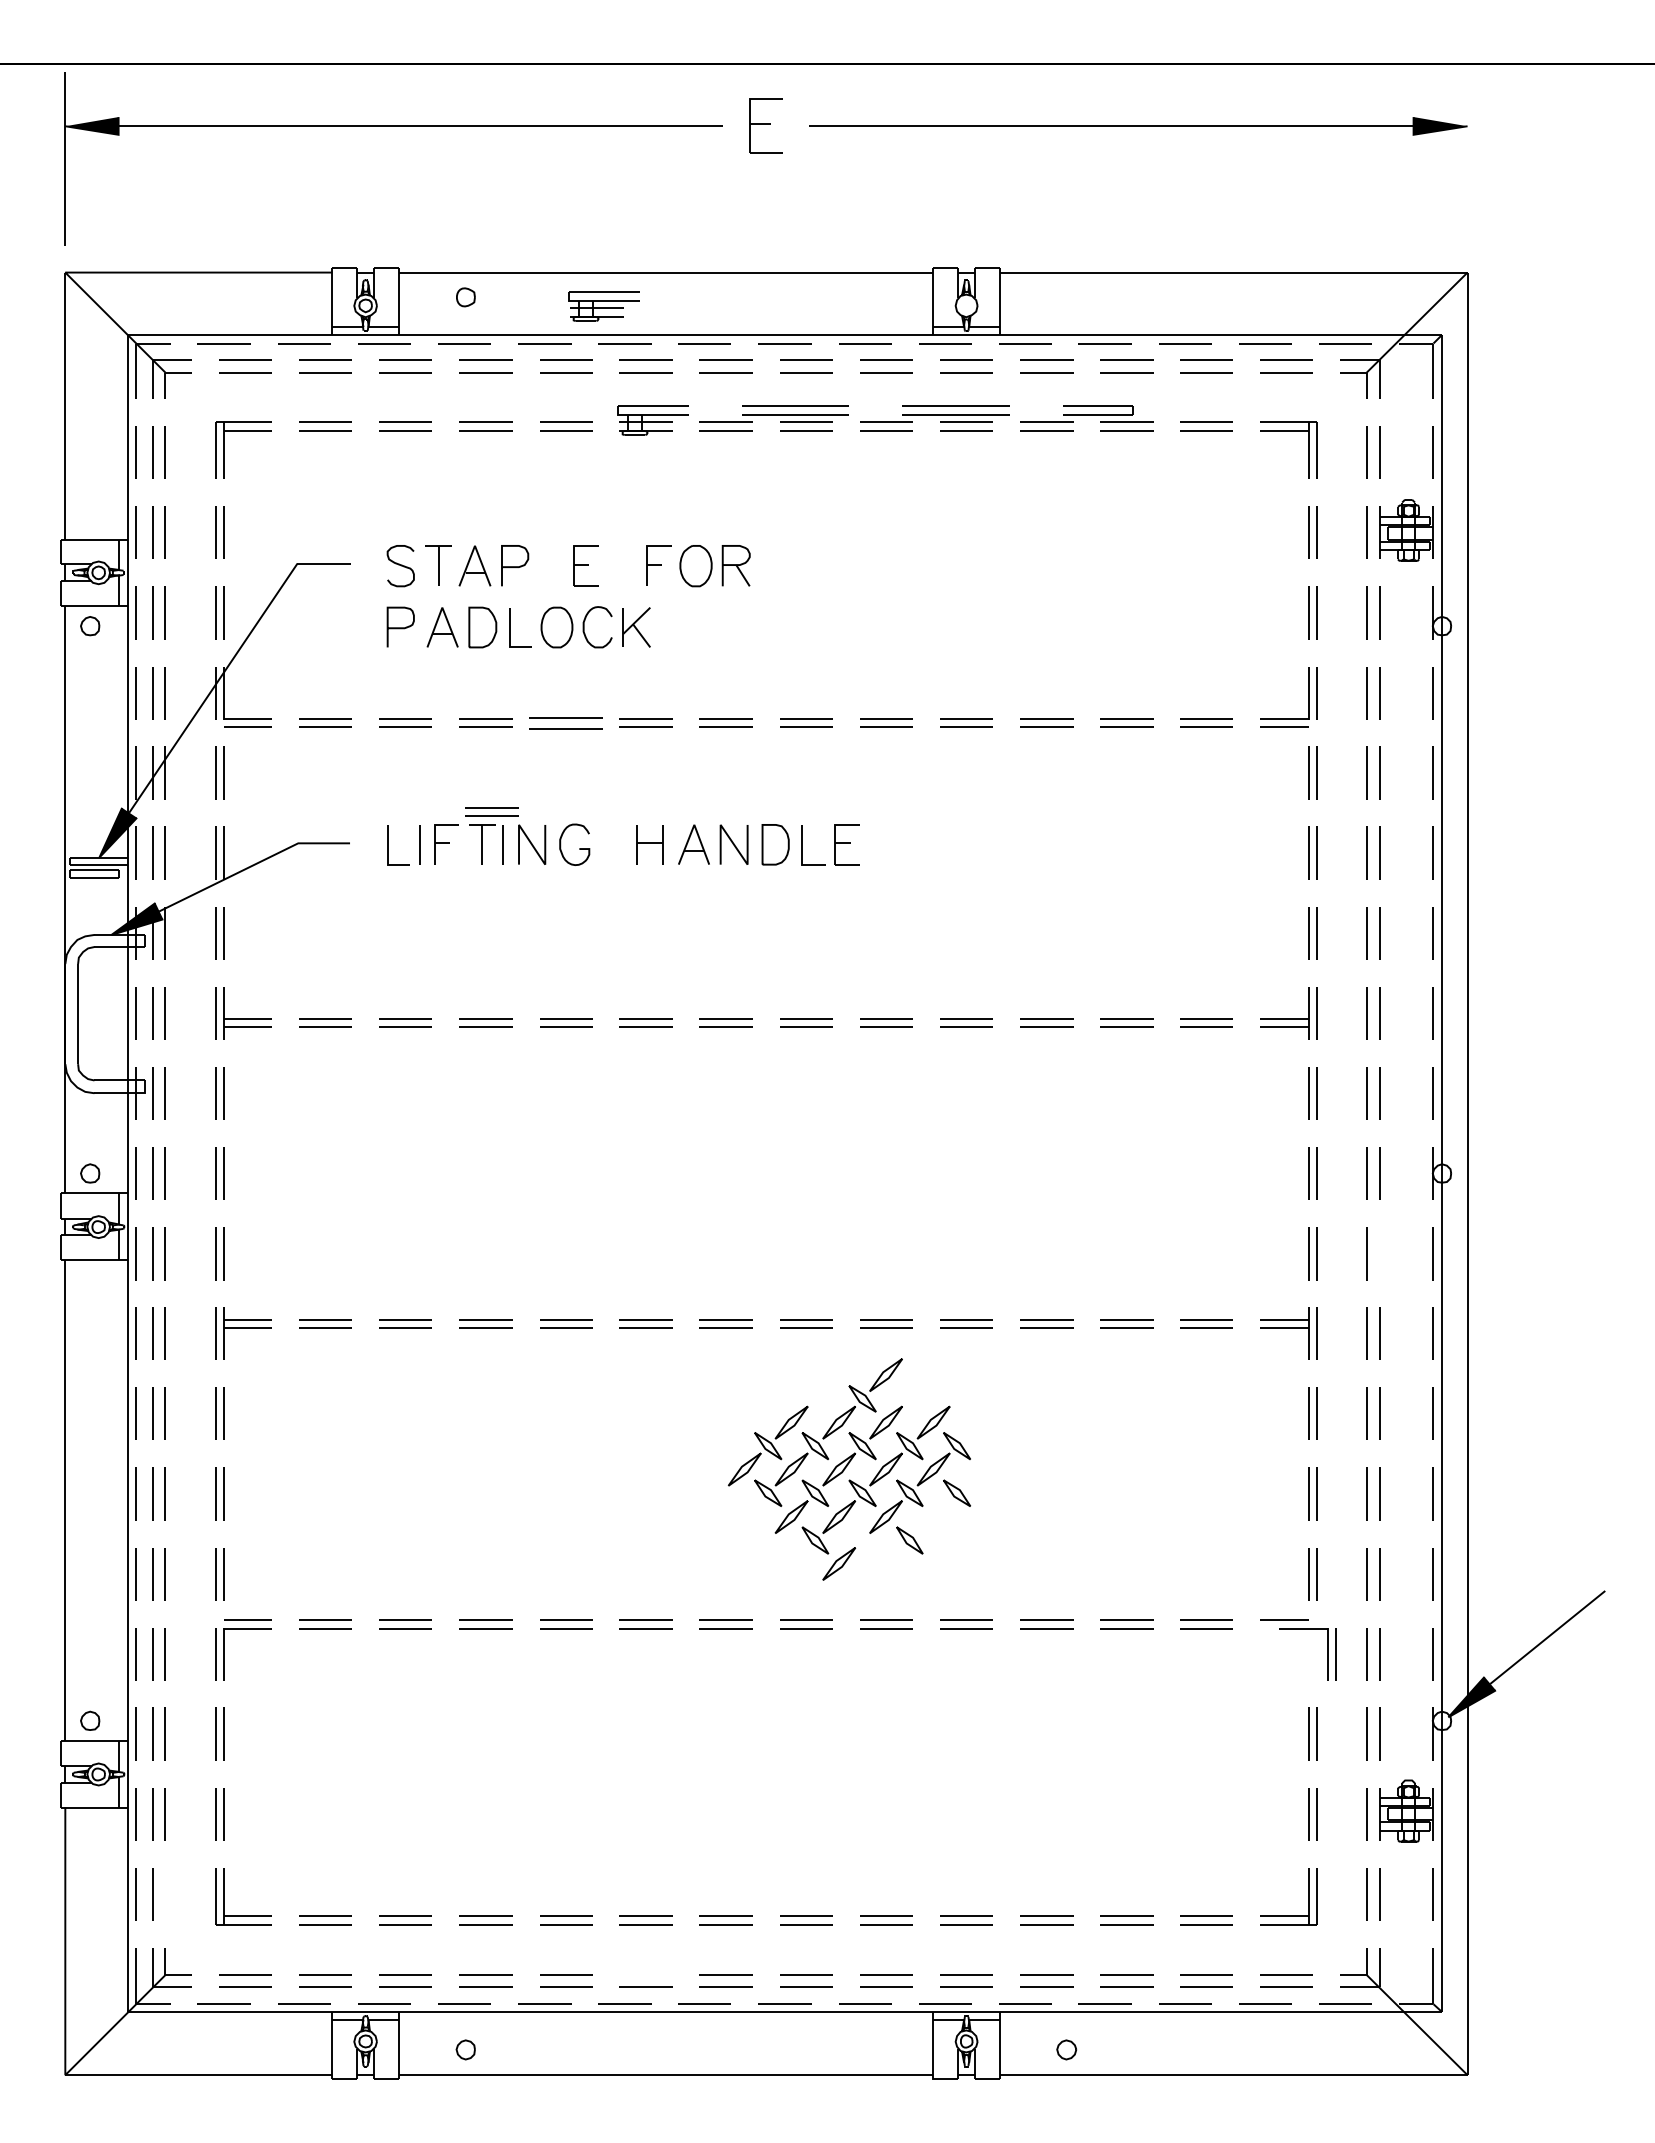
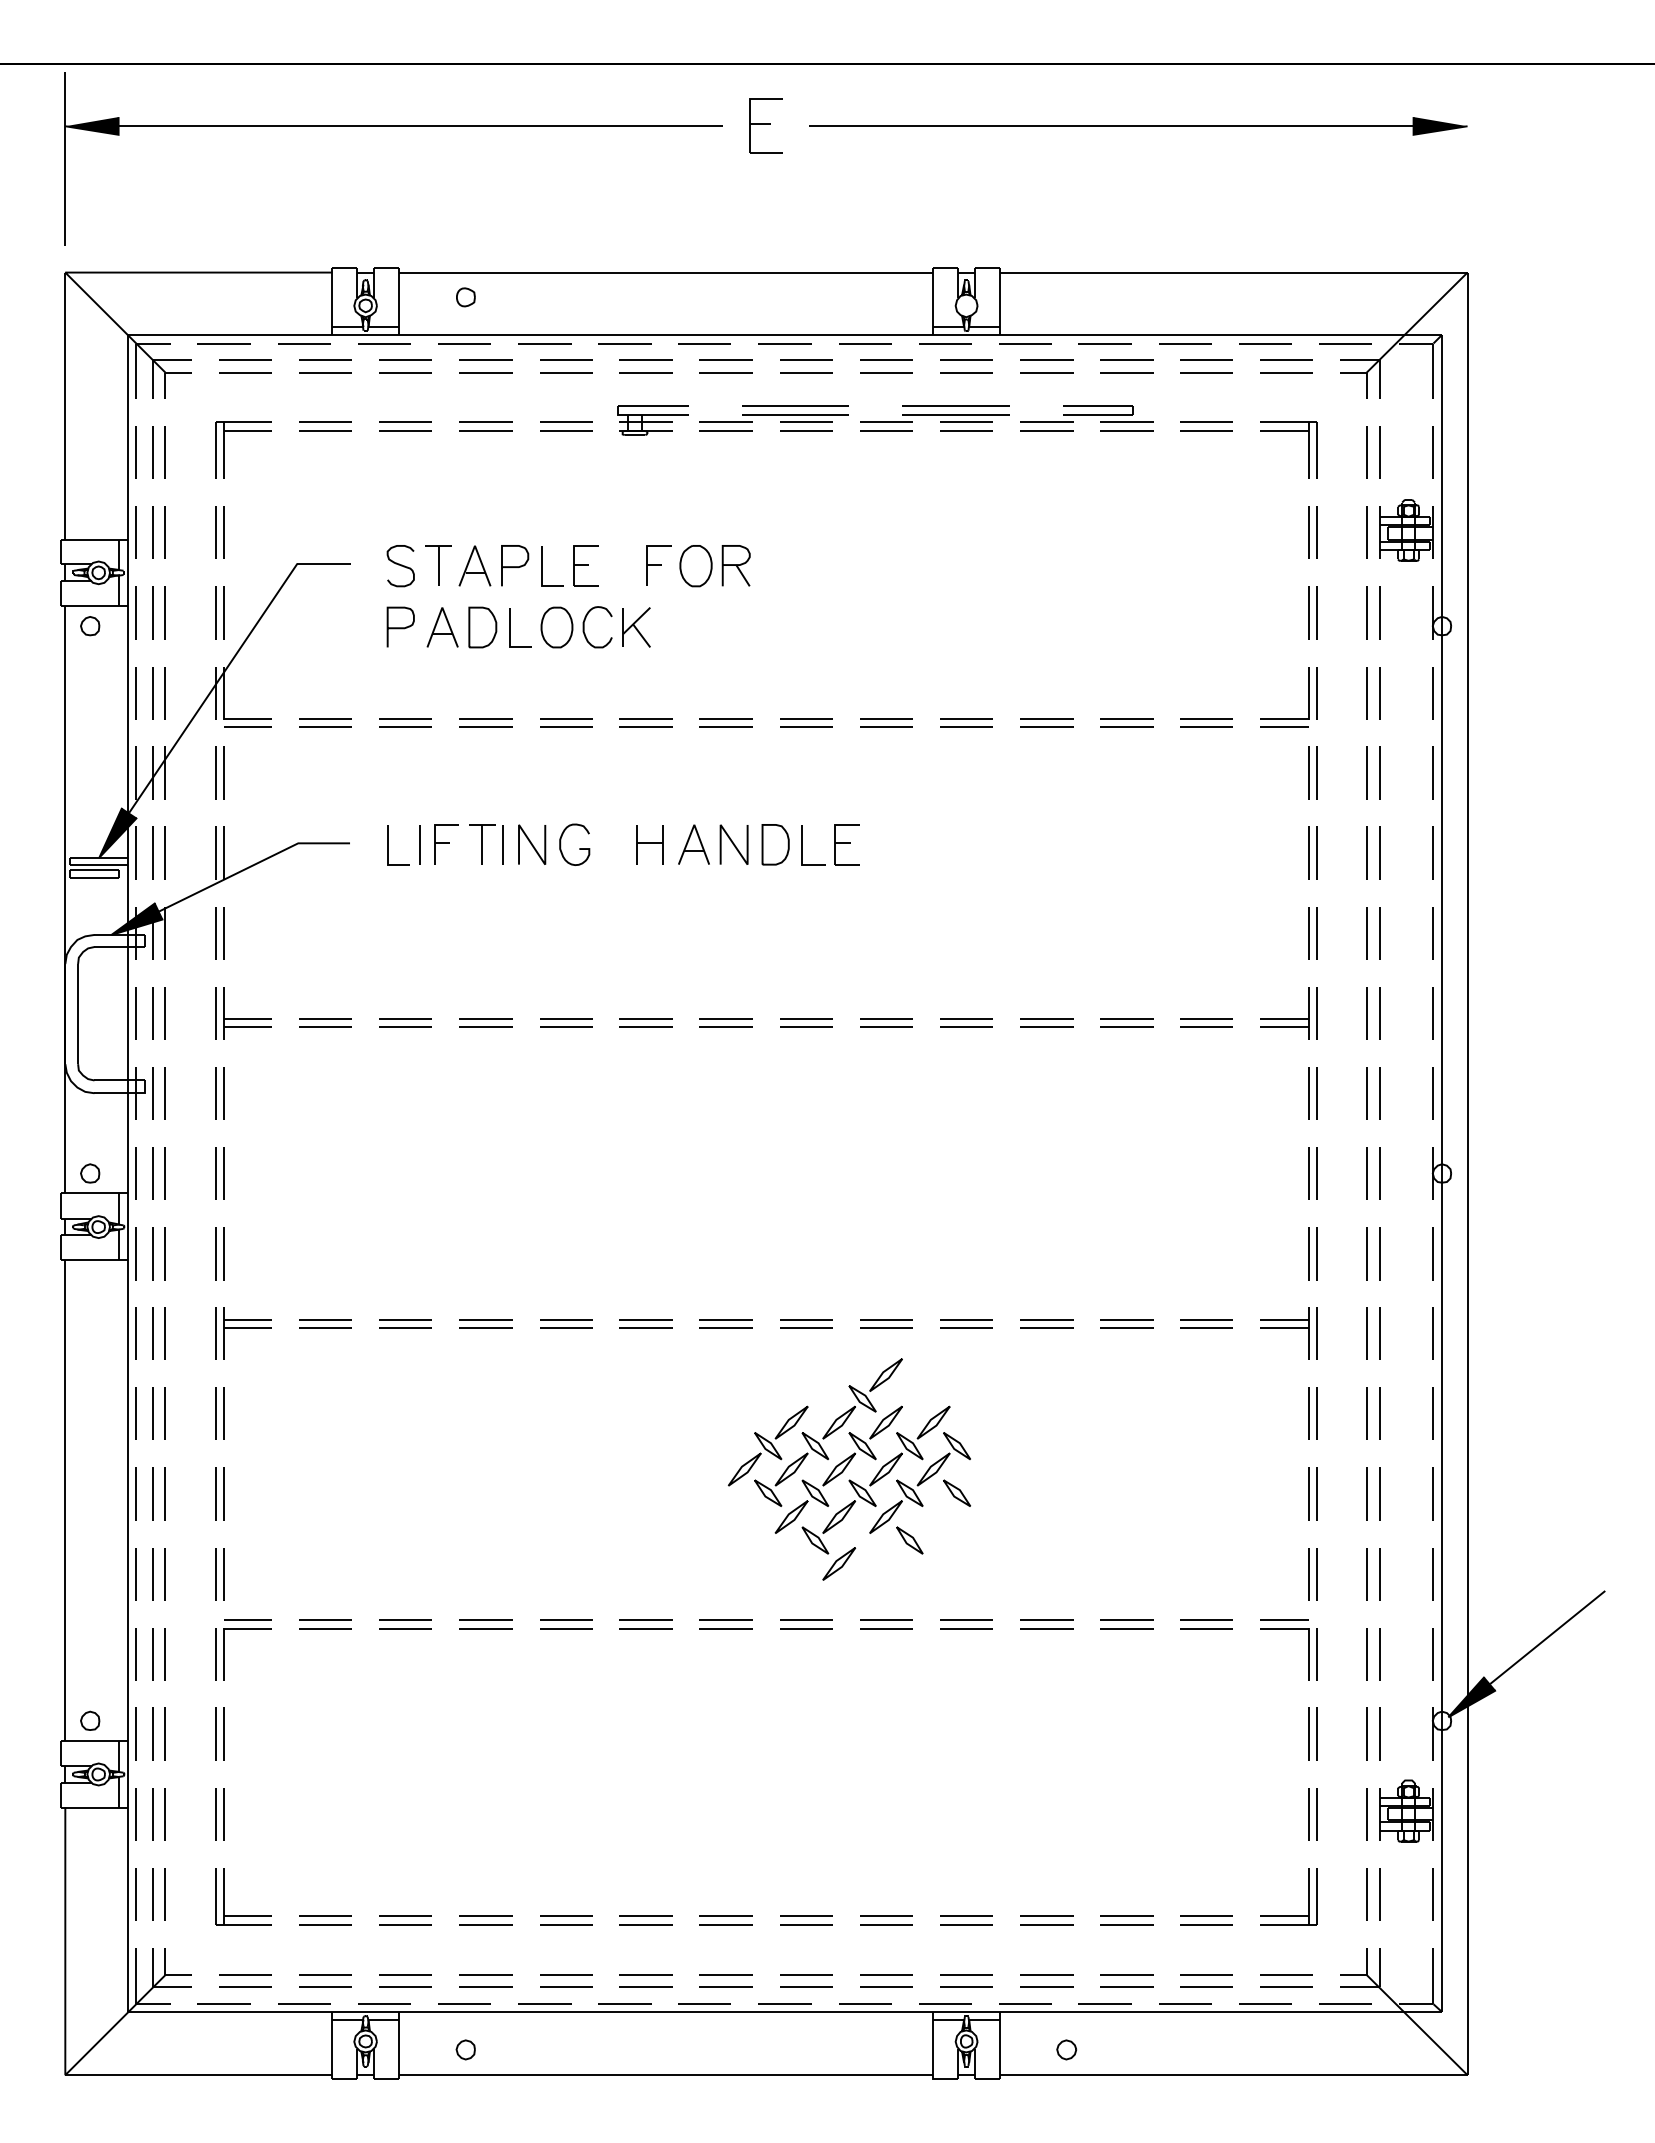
part at (603, 306): present -> none
line at (542, 566): none -> present
part at (565, 723) size: 74x13 px -> 53x10 px
part at (491, 811): present -> none
line at (1379, 1253): none -> present
part at (1327, 1654) position: (1327, 1654) -> (1308, 1654)
line at (164, 1894): none -> present
line at (645, 1974): none -> present
